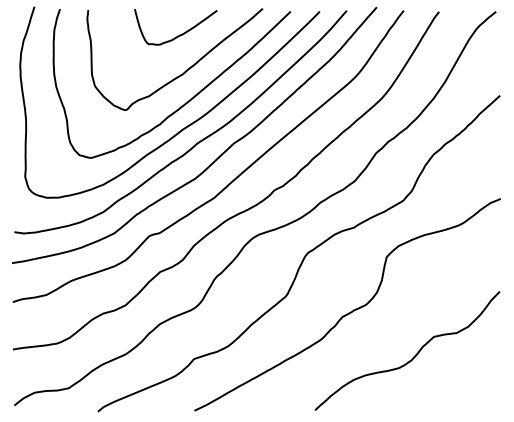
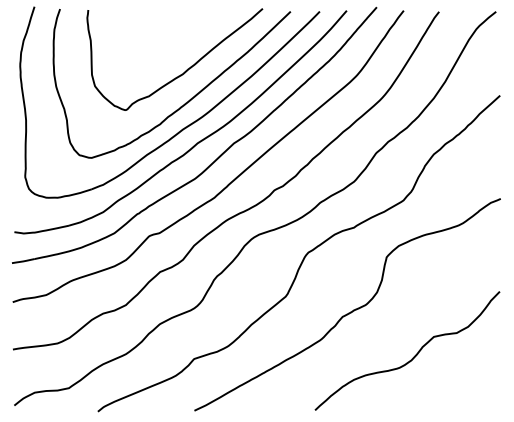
curve at (179, 34): present -> none
